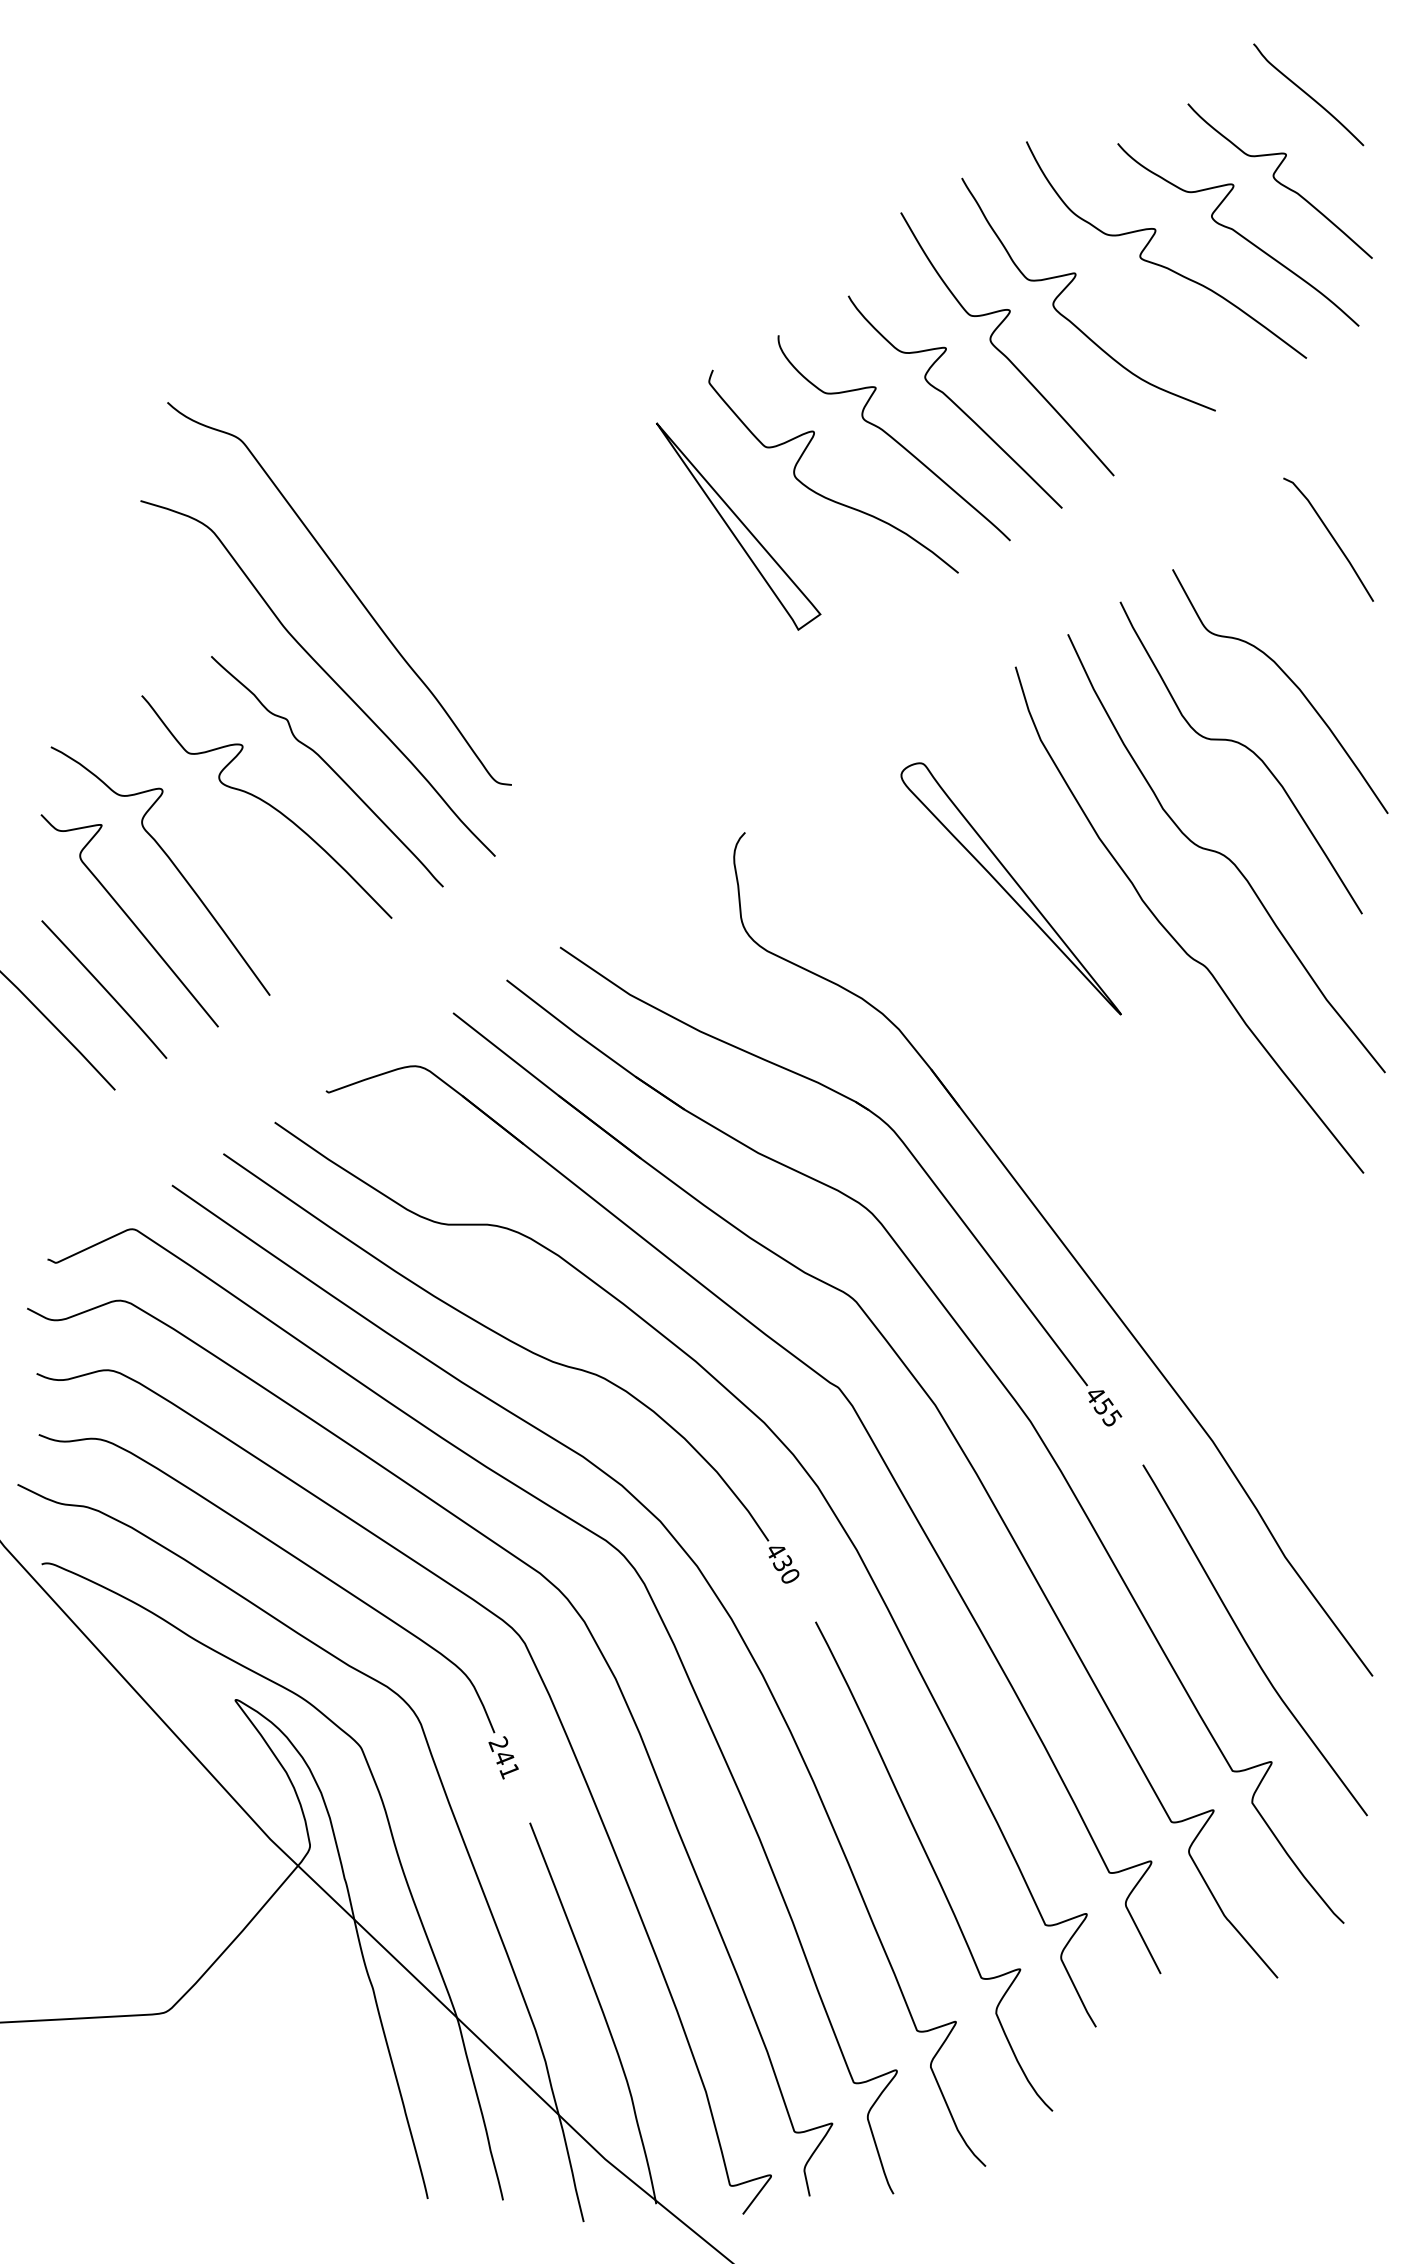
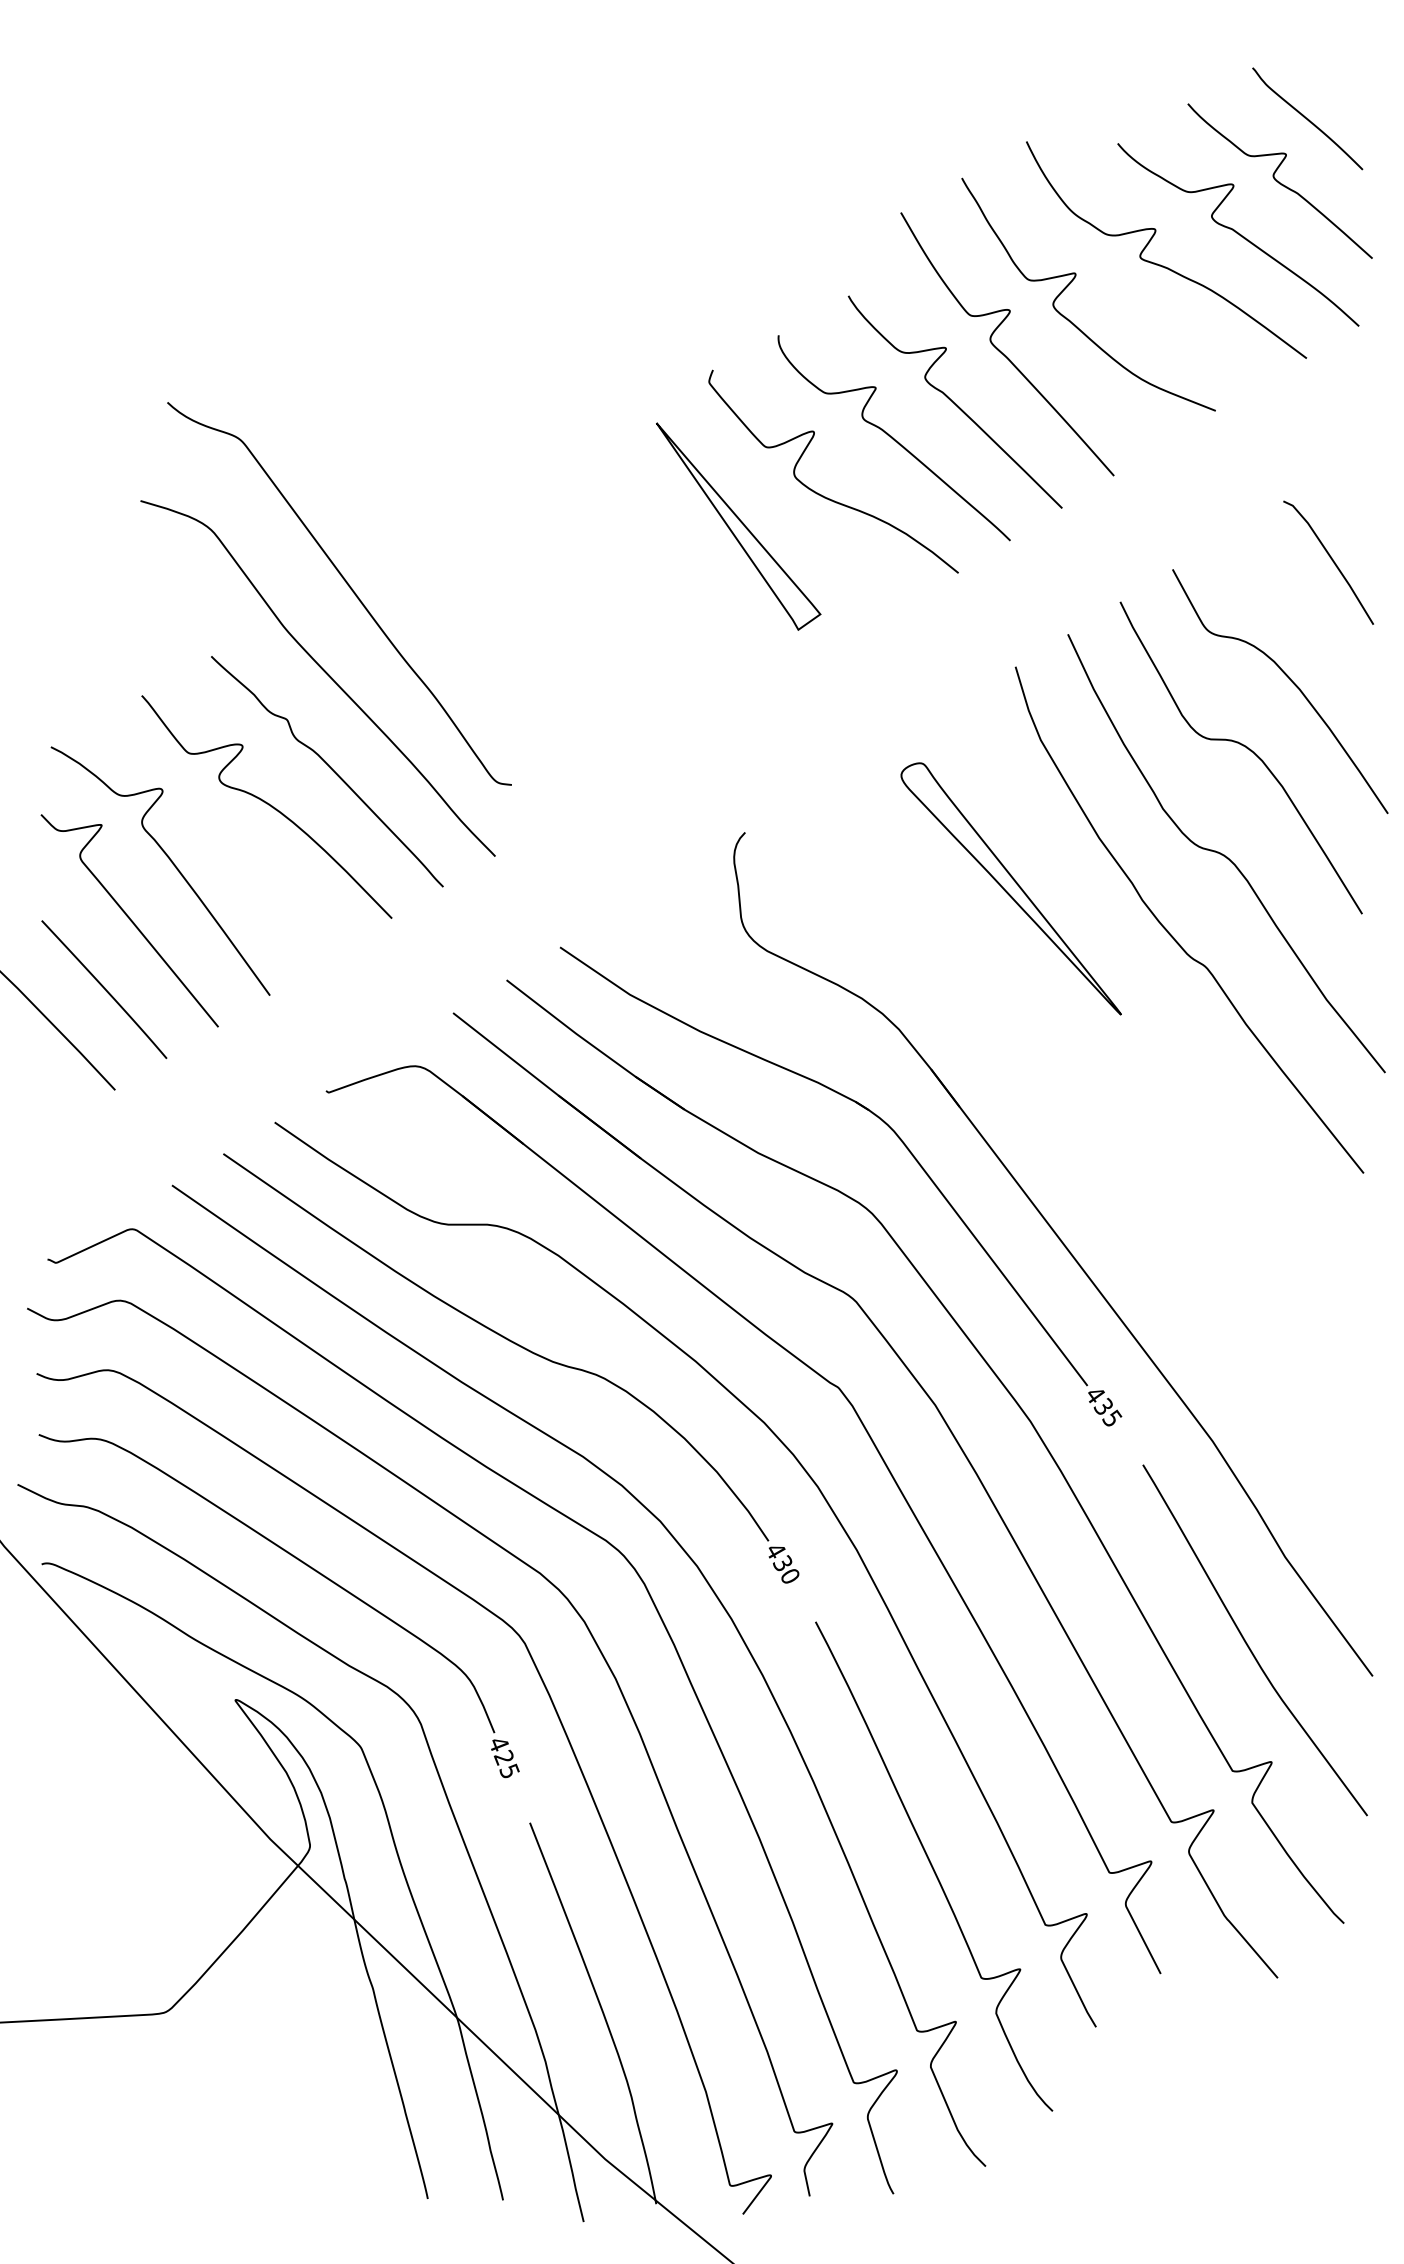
curve at (1308, 94) position: (1308, 94) -> (1307, 118)
line at (1331, 537) position: (1331, 537) -> (1331, 560)
text at (1105, 1406): 455 -> 435
text at (503, 1757): 241 -> 425
